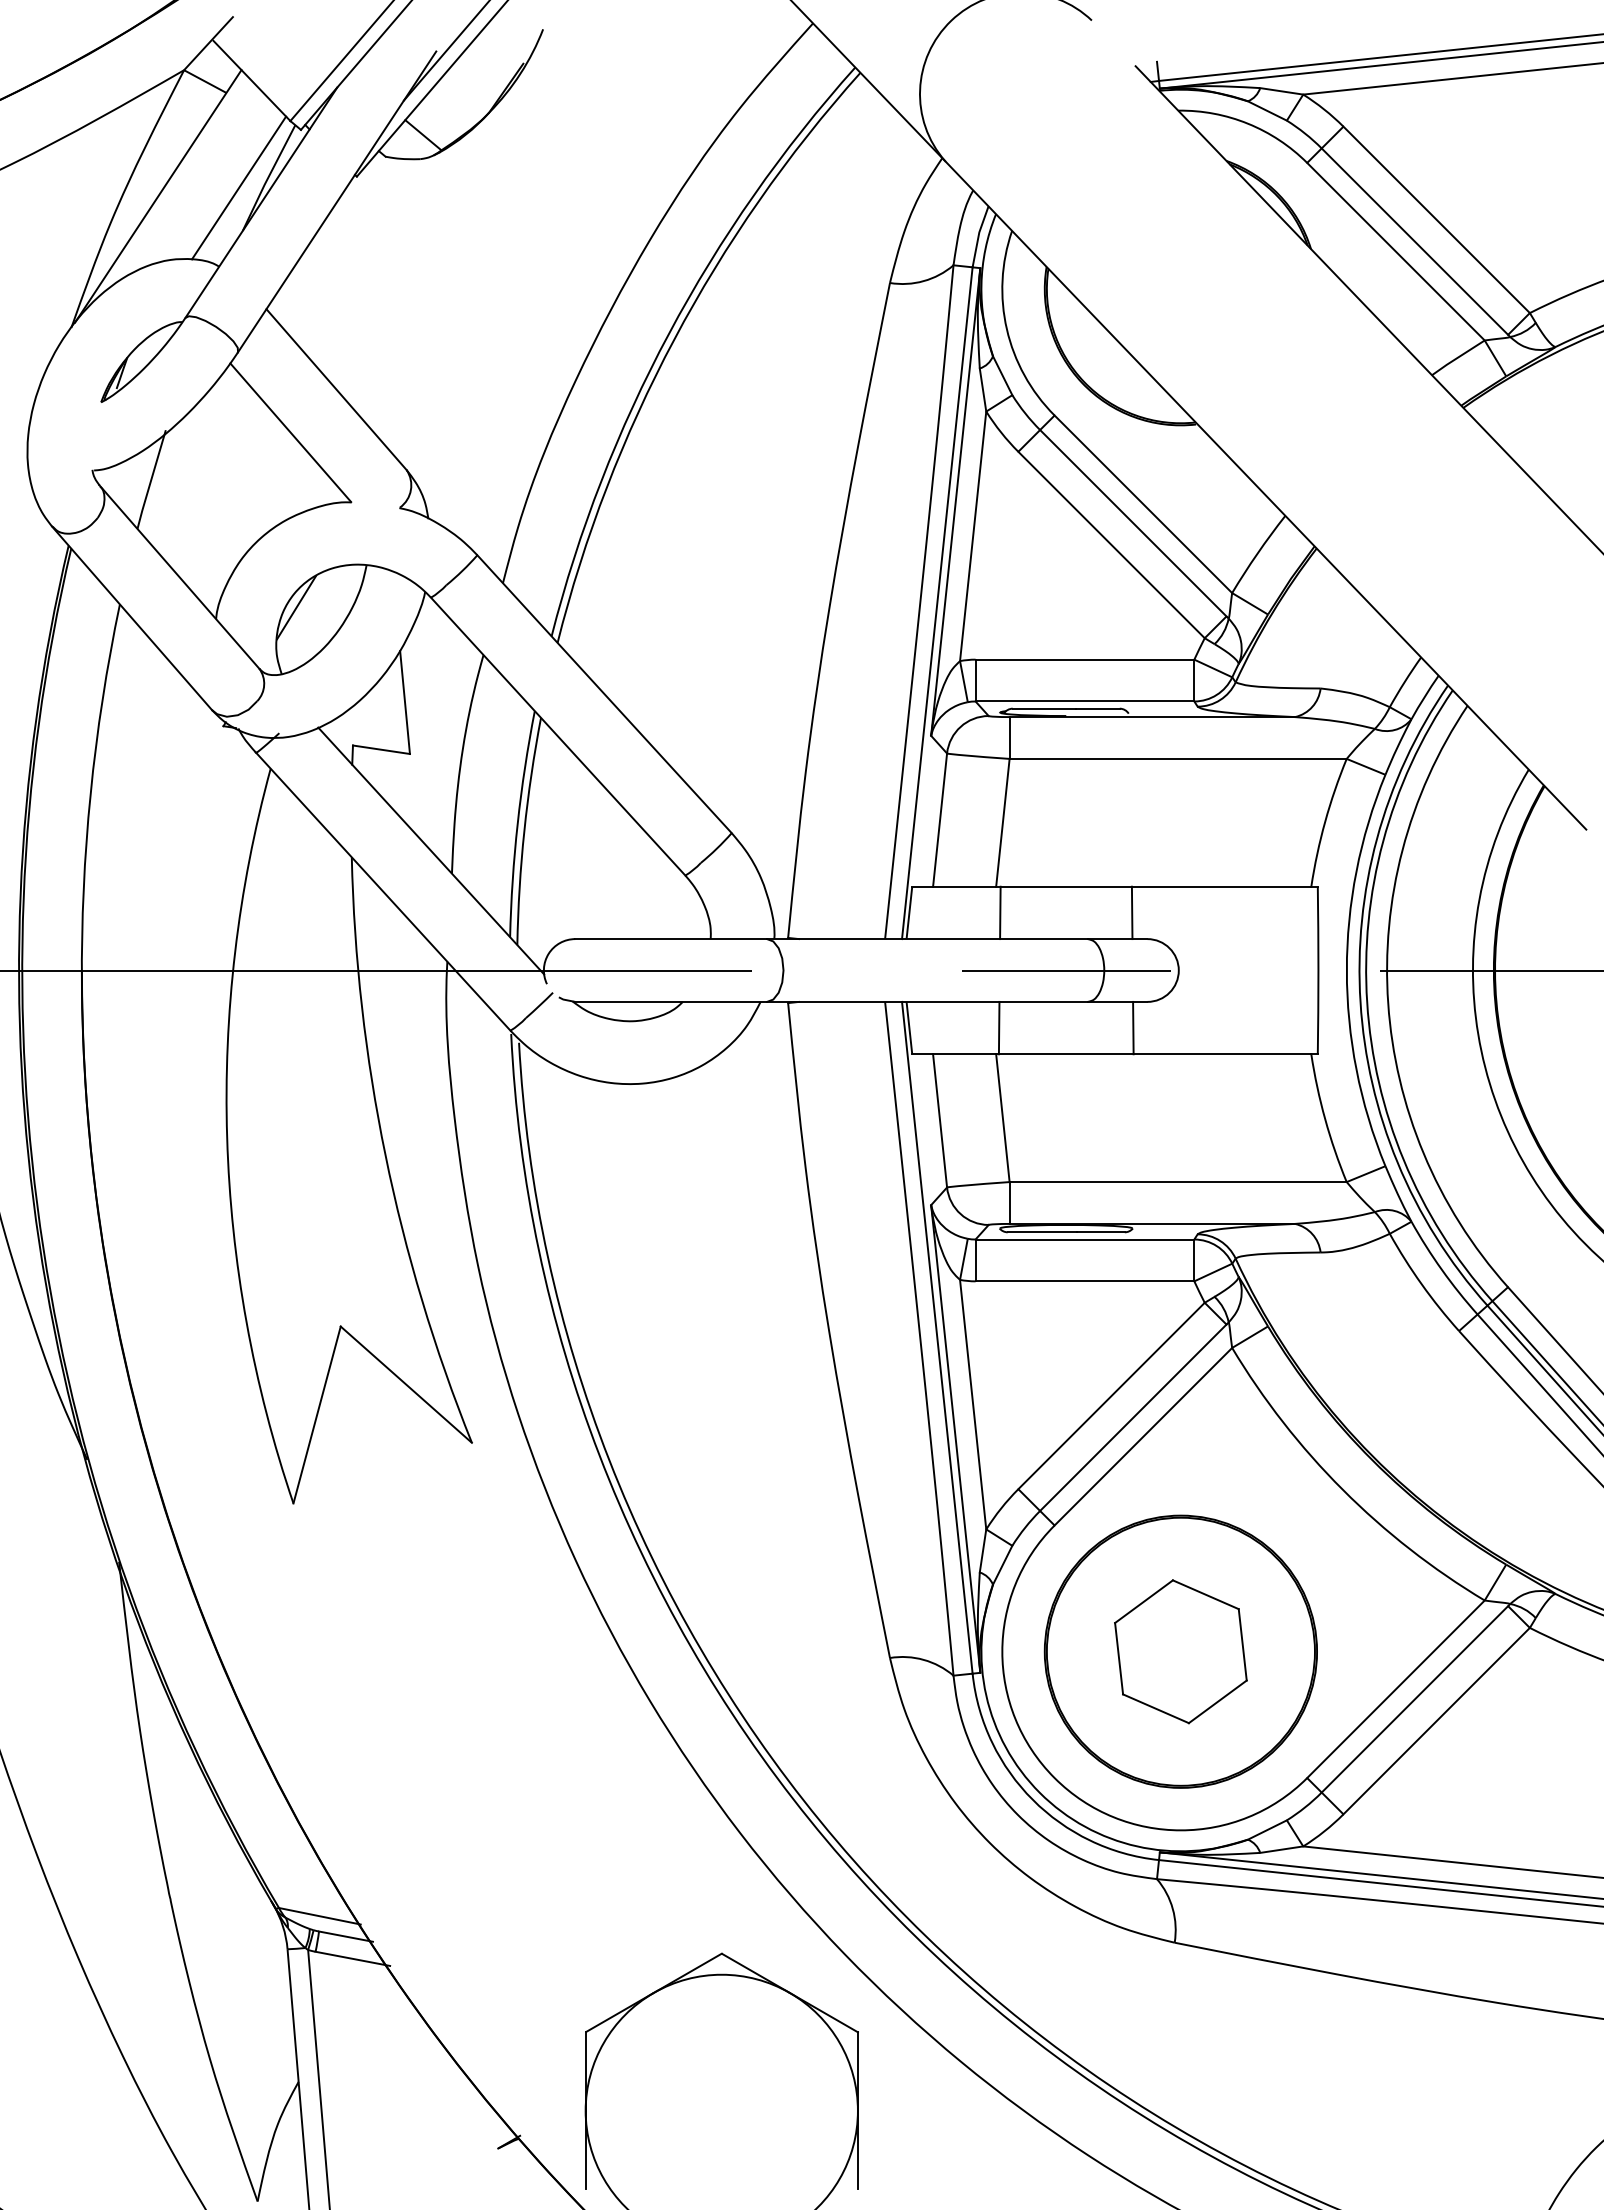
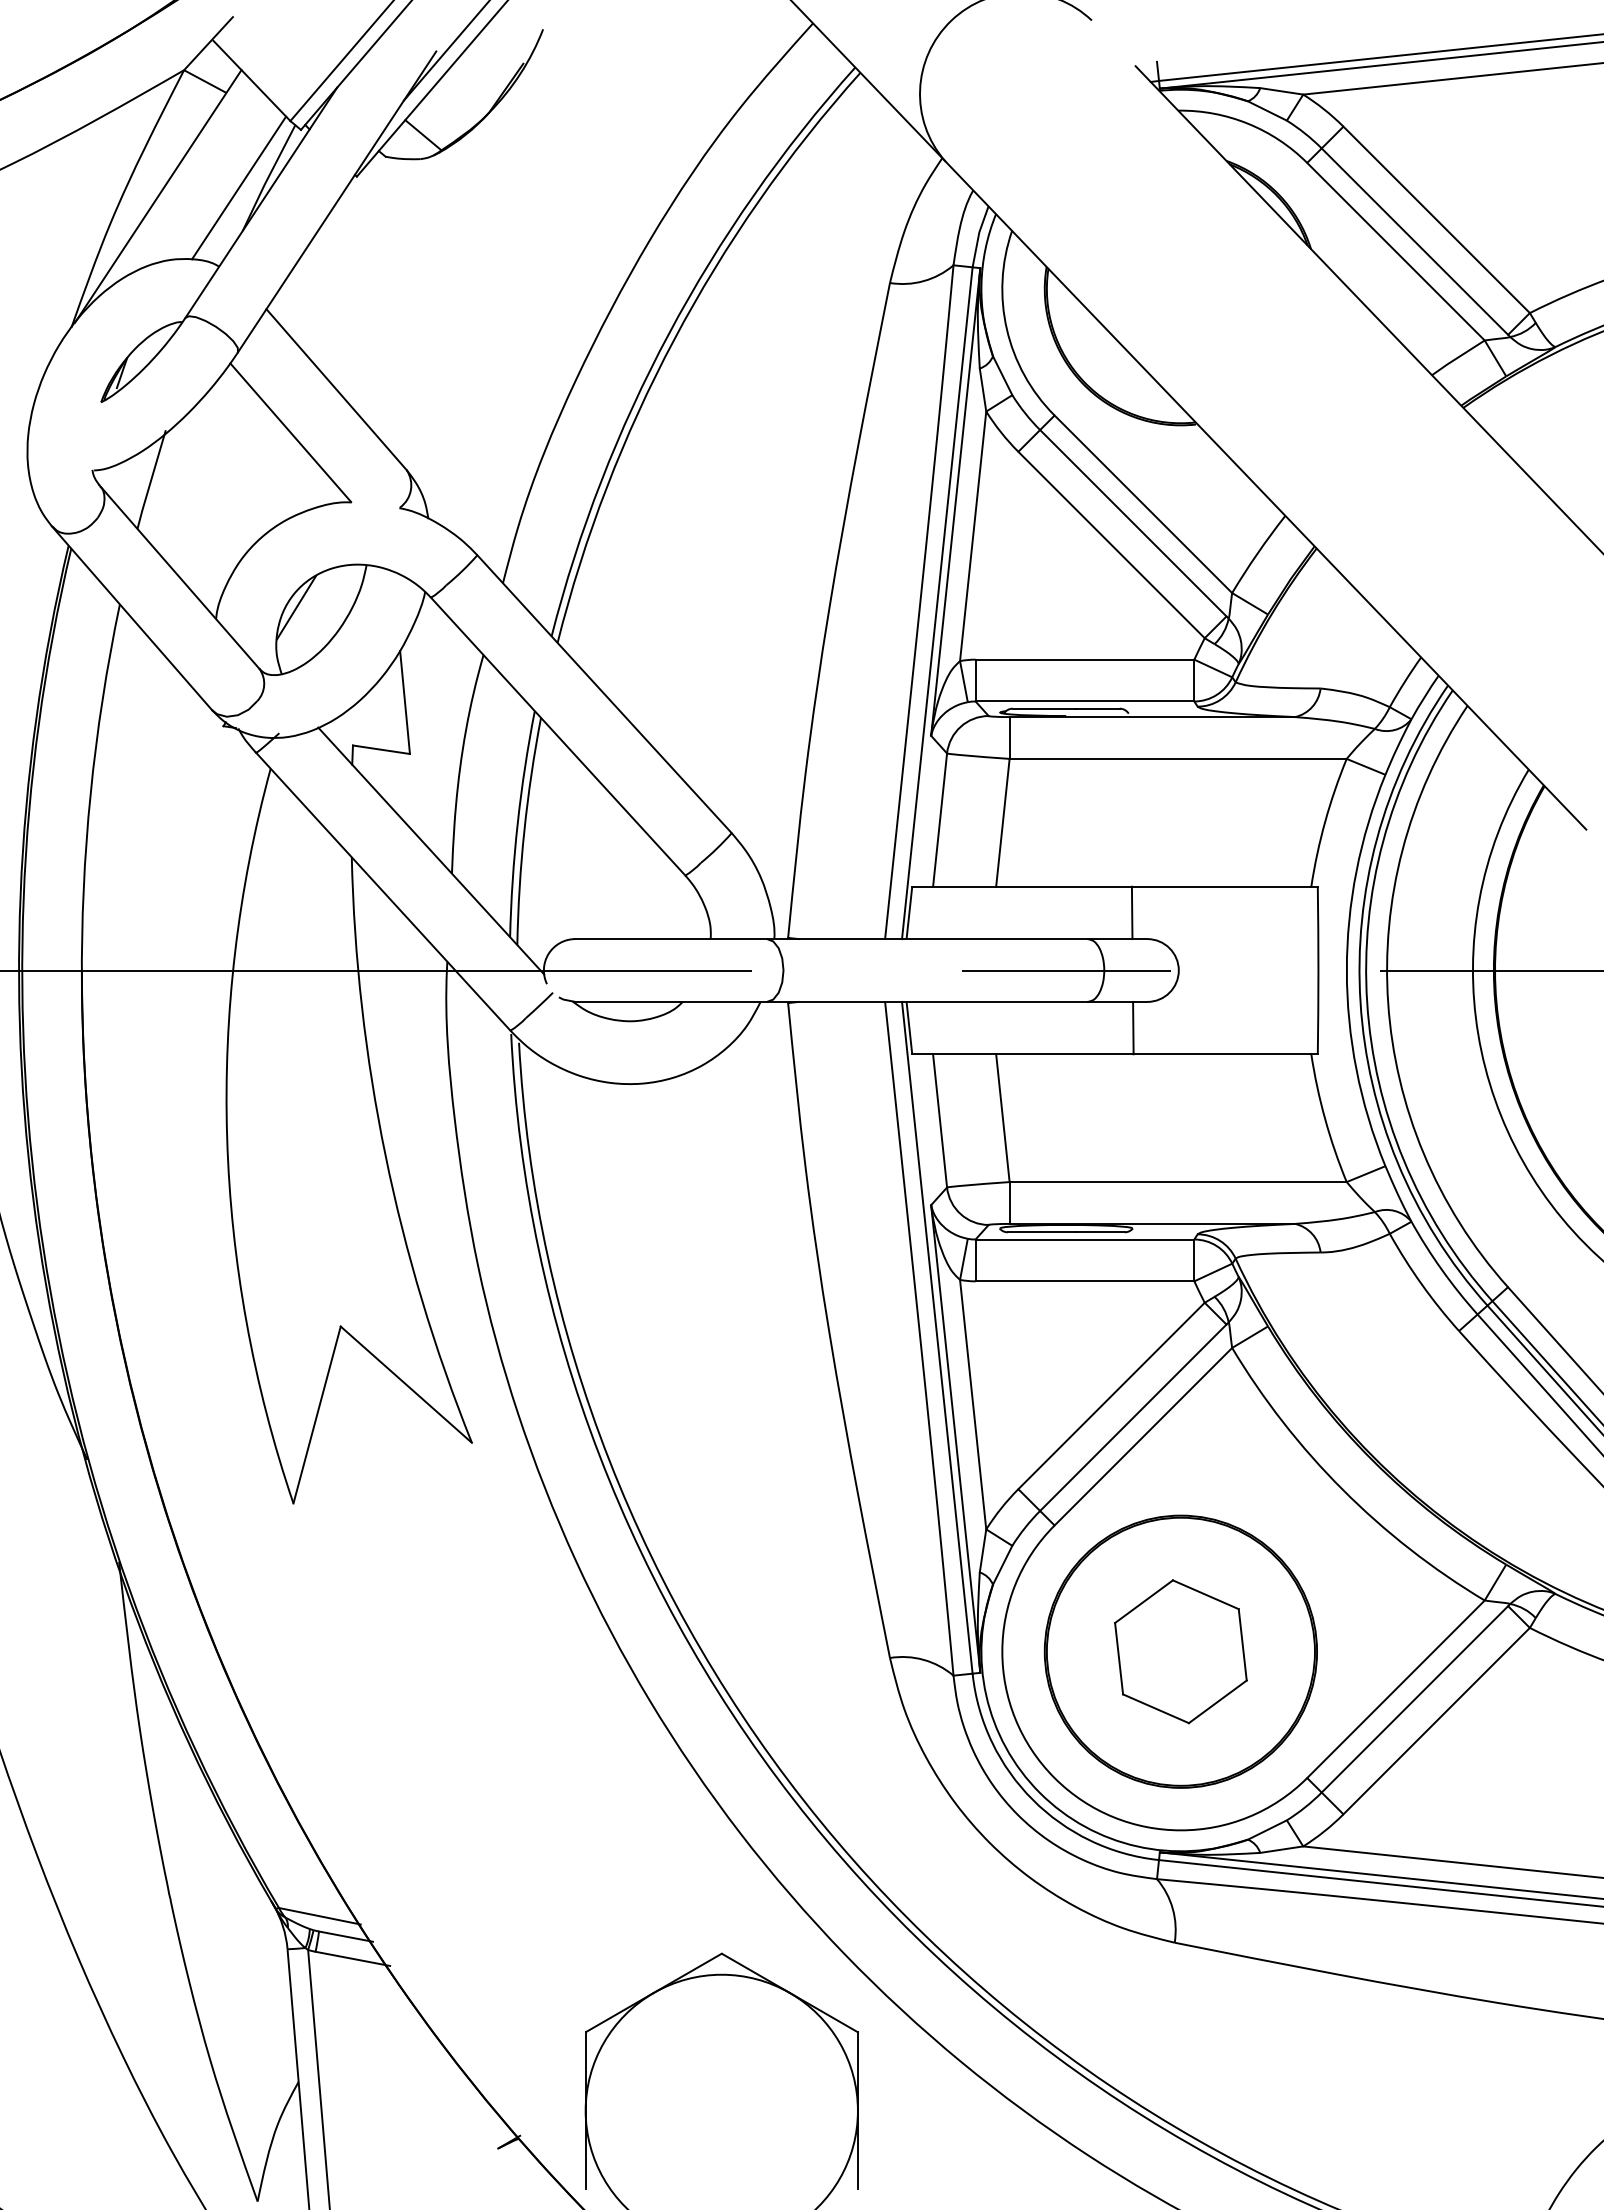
line at (1000, 912): present -> none
line at (998, 1027): present -> none
